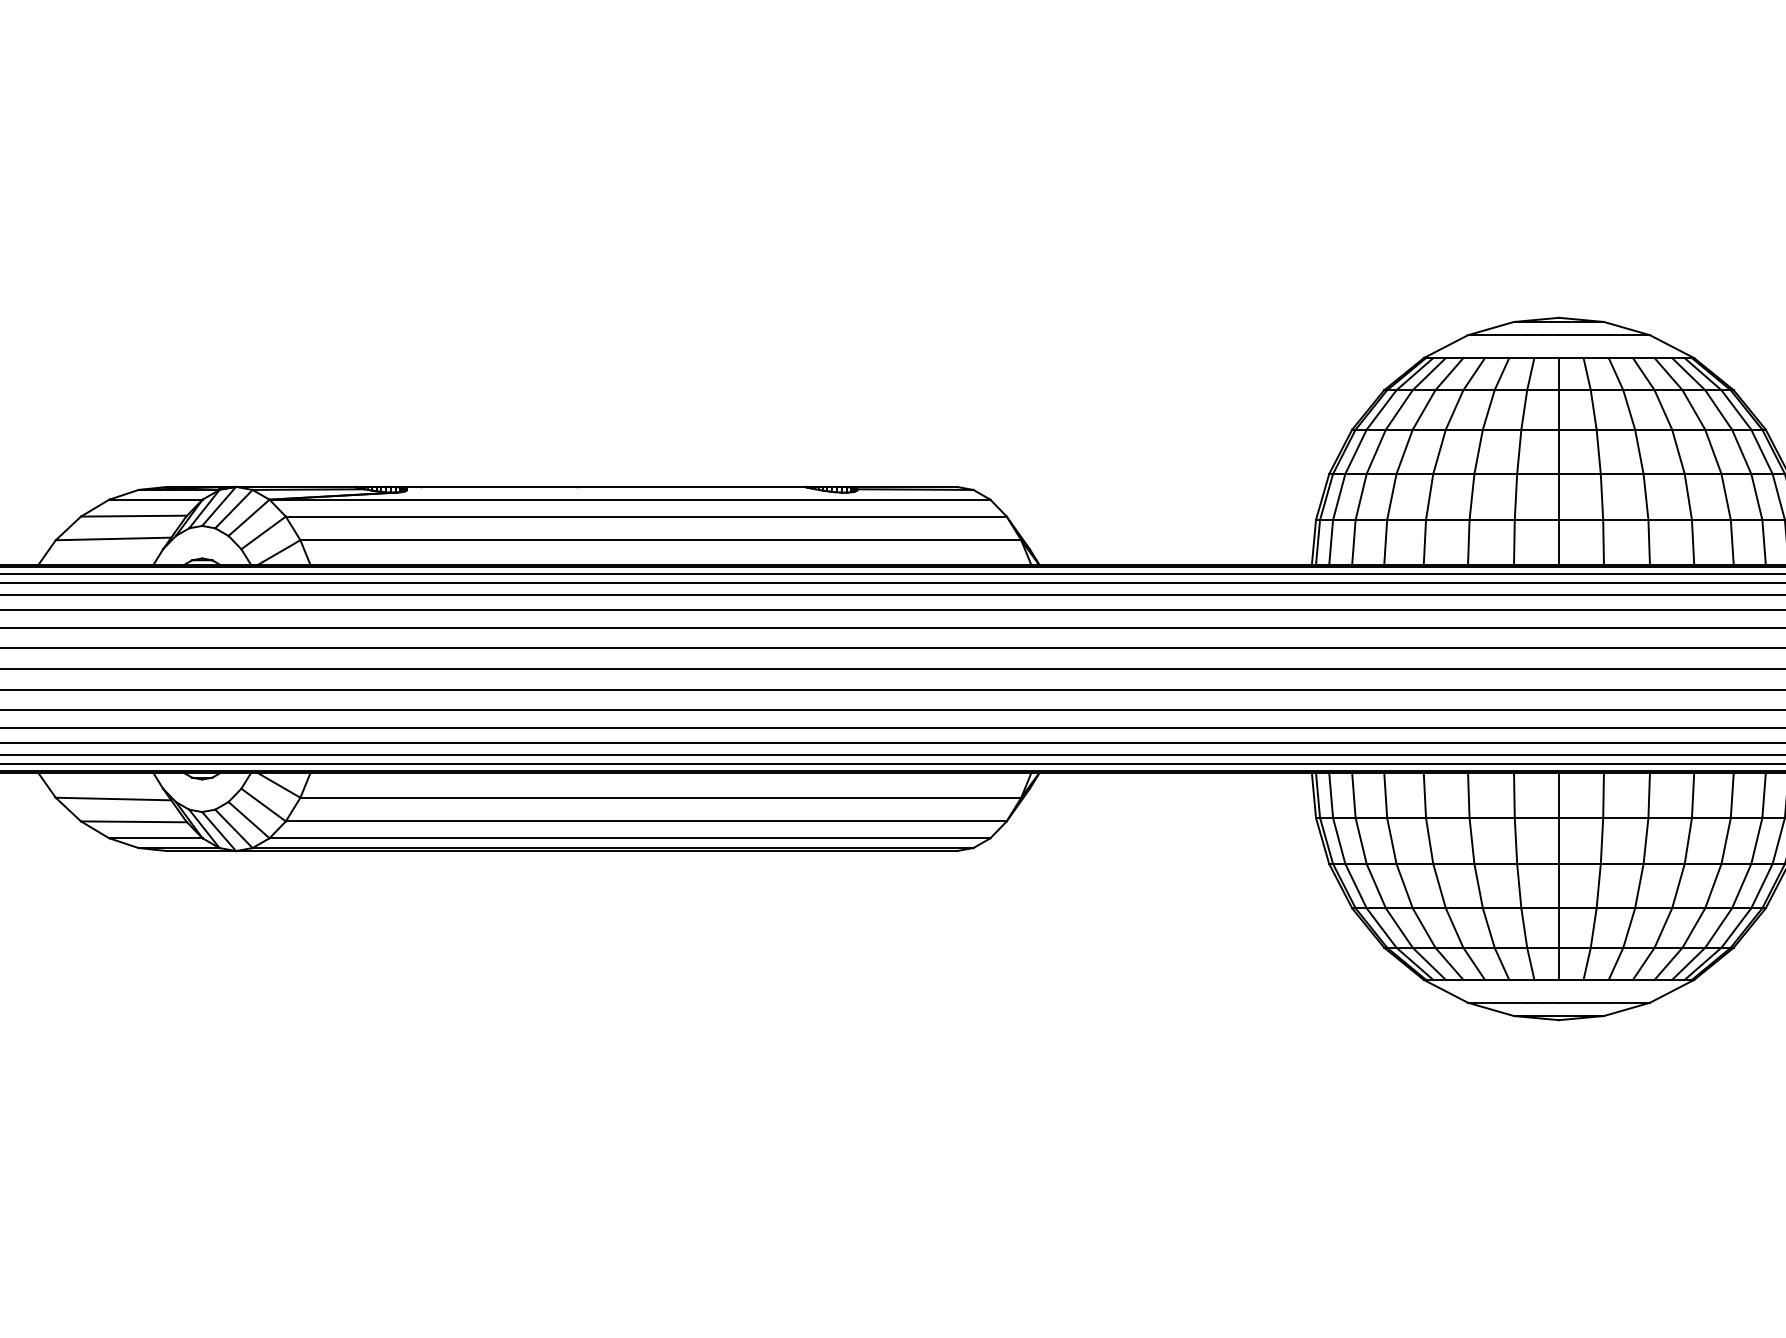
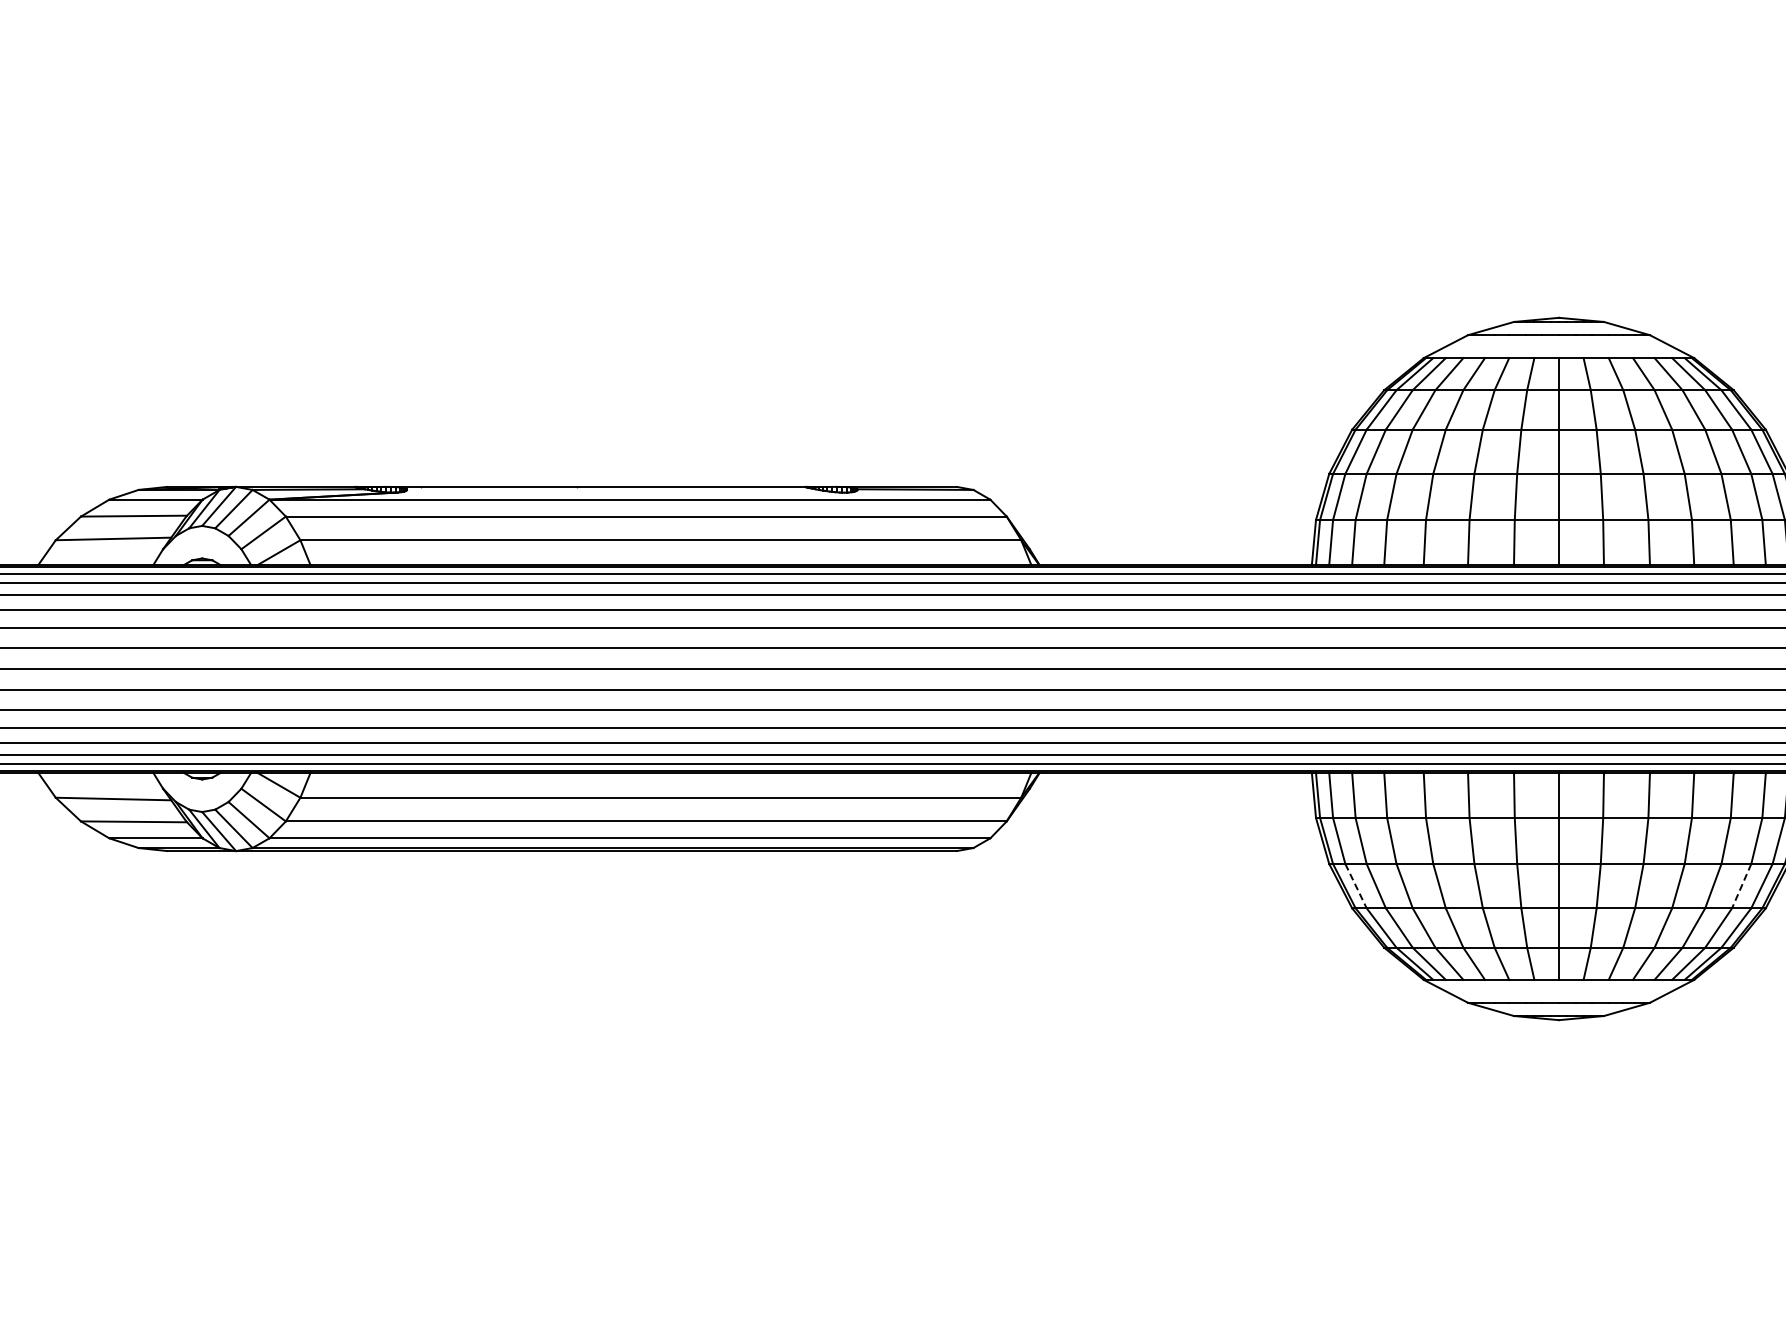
line at (1356, 886): solid -> dashed
line at (1741, 886): solid -> dashed
